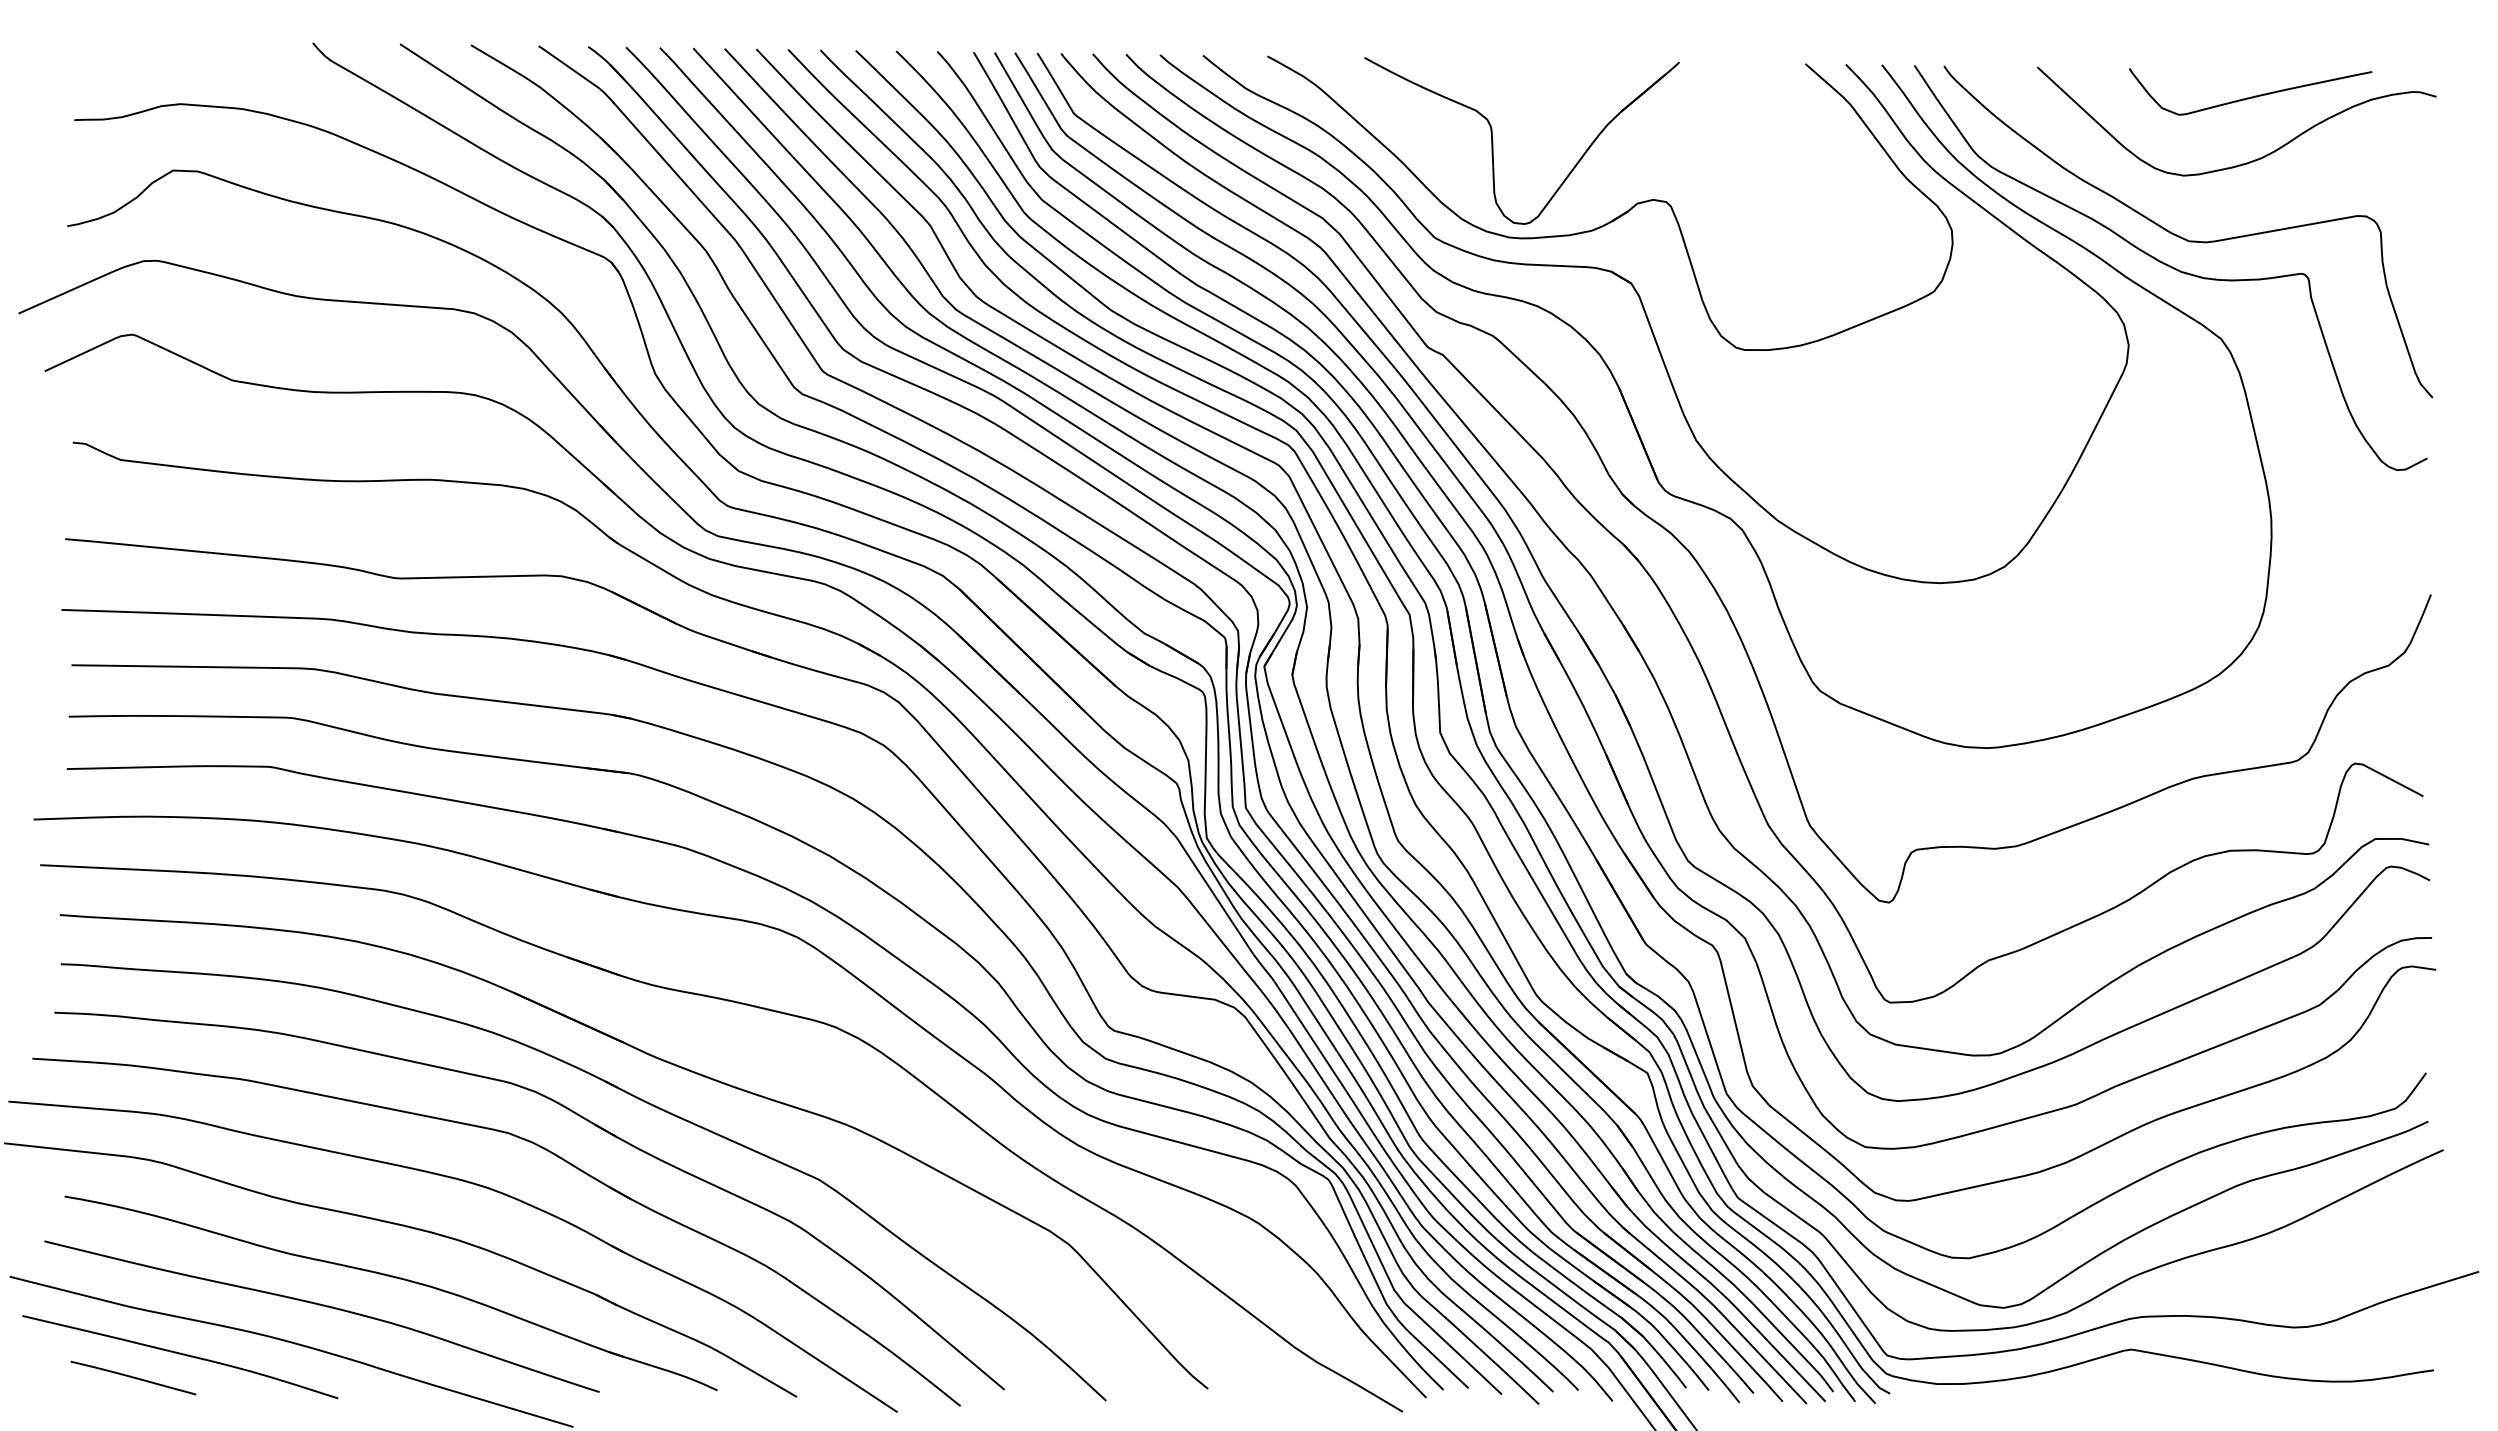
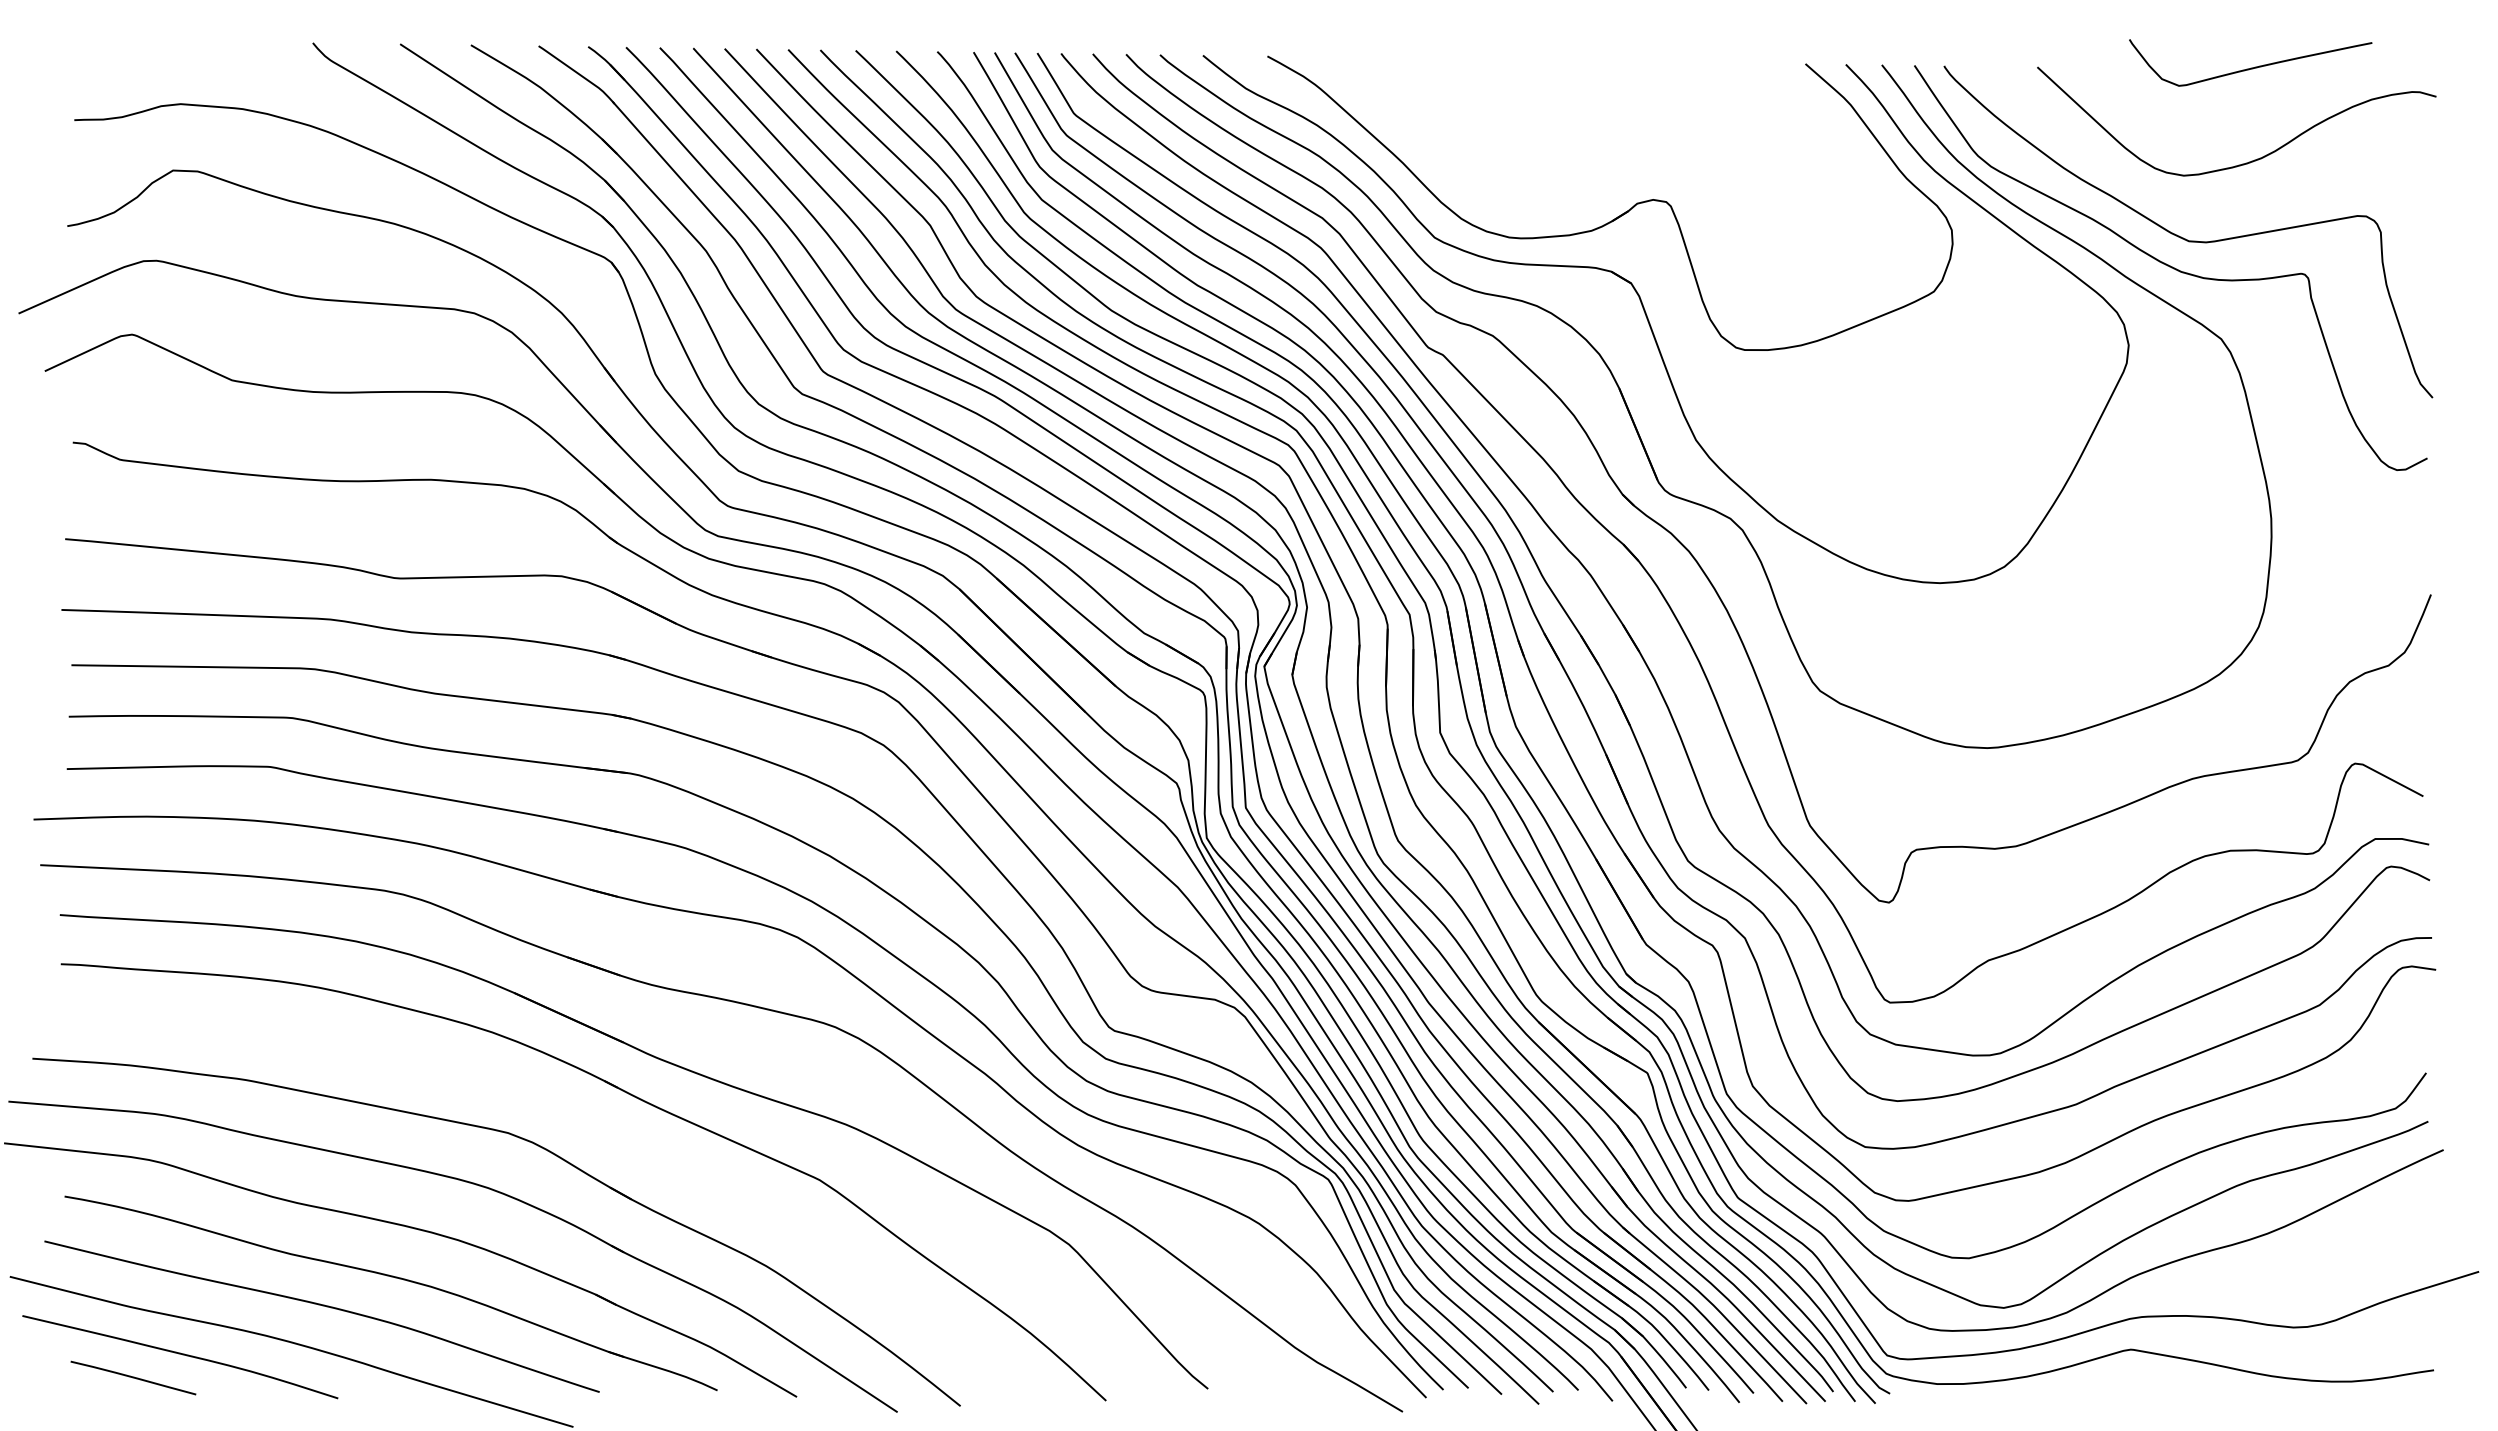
curve at (2251, 96) position: (2251, 96) -> (2251, 67)
part at (1493, 140): present -> none
part at (580, 1117): present -> none
